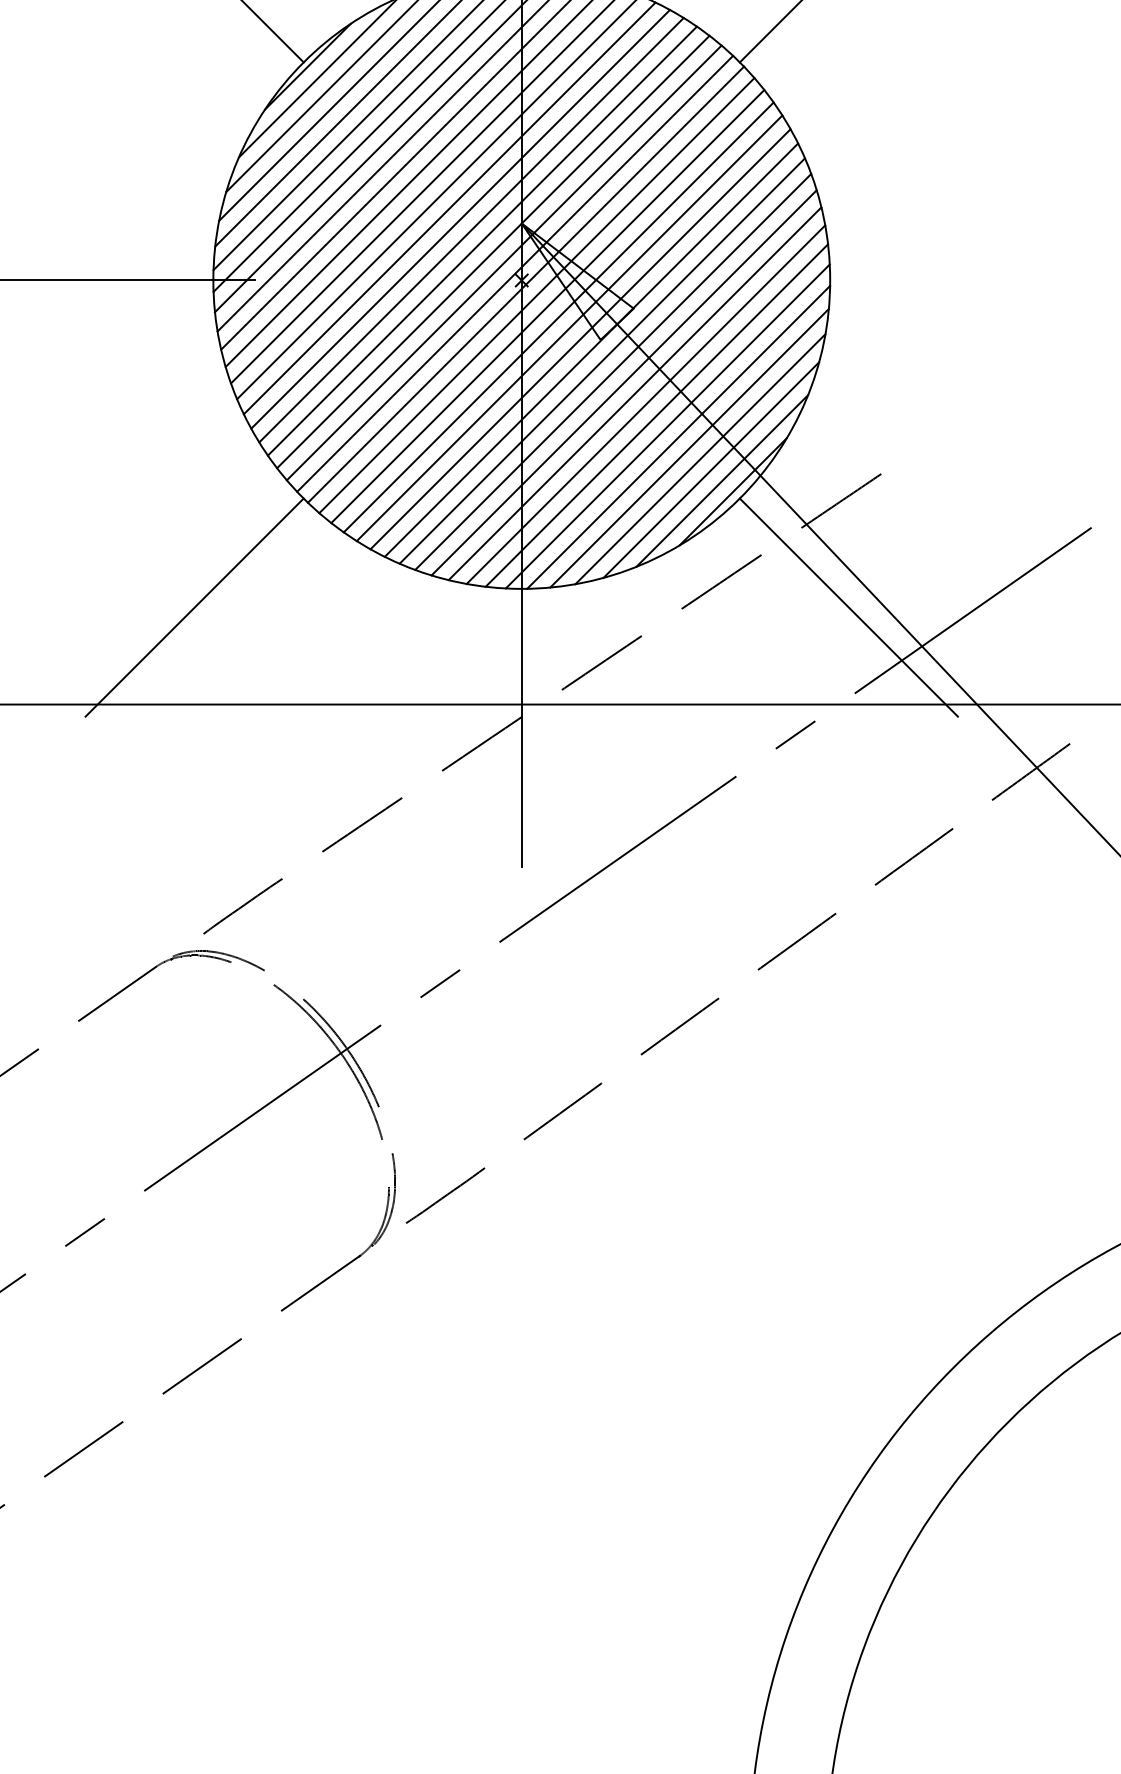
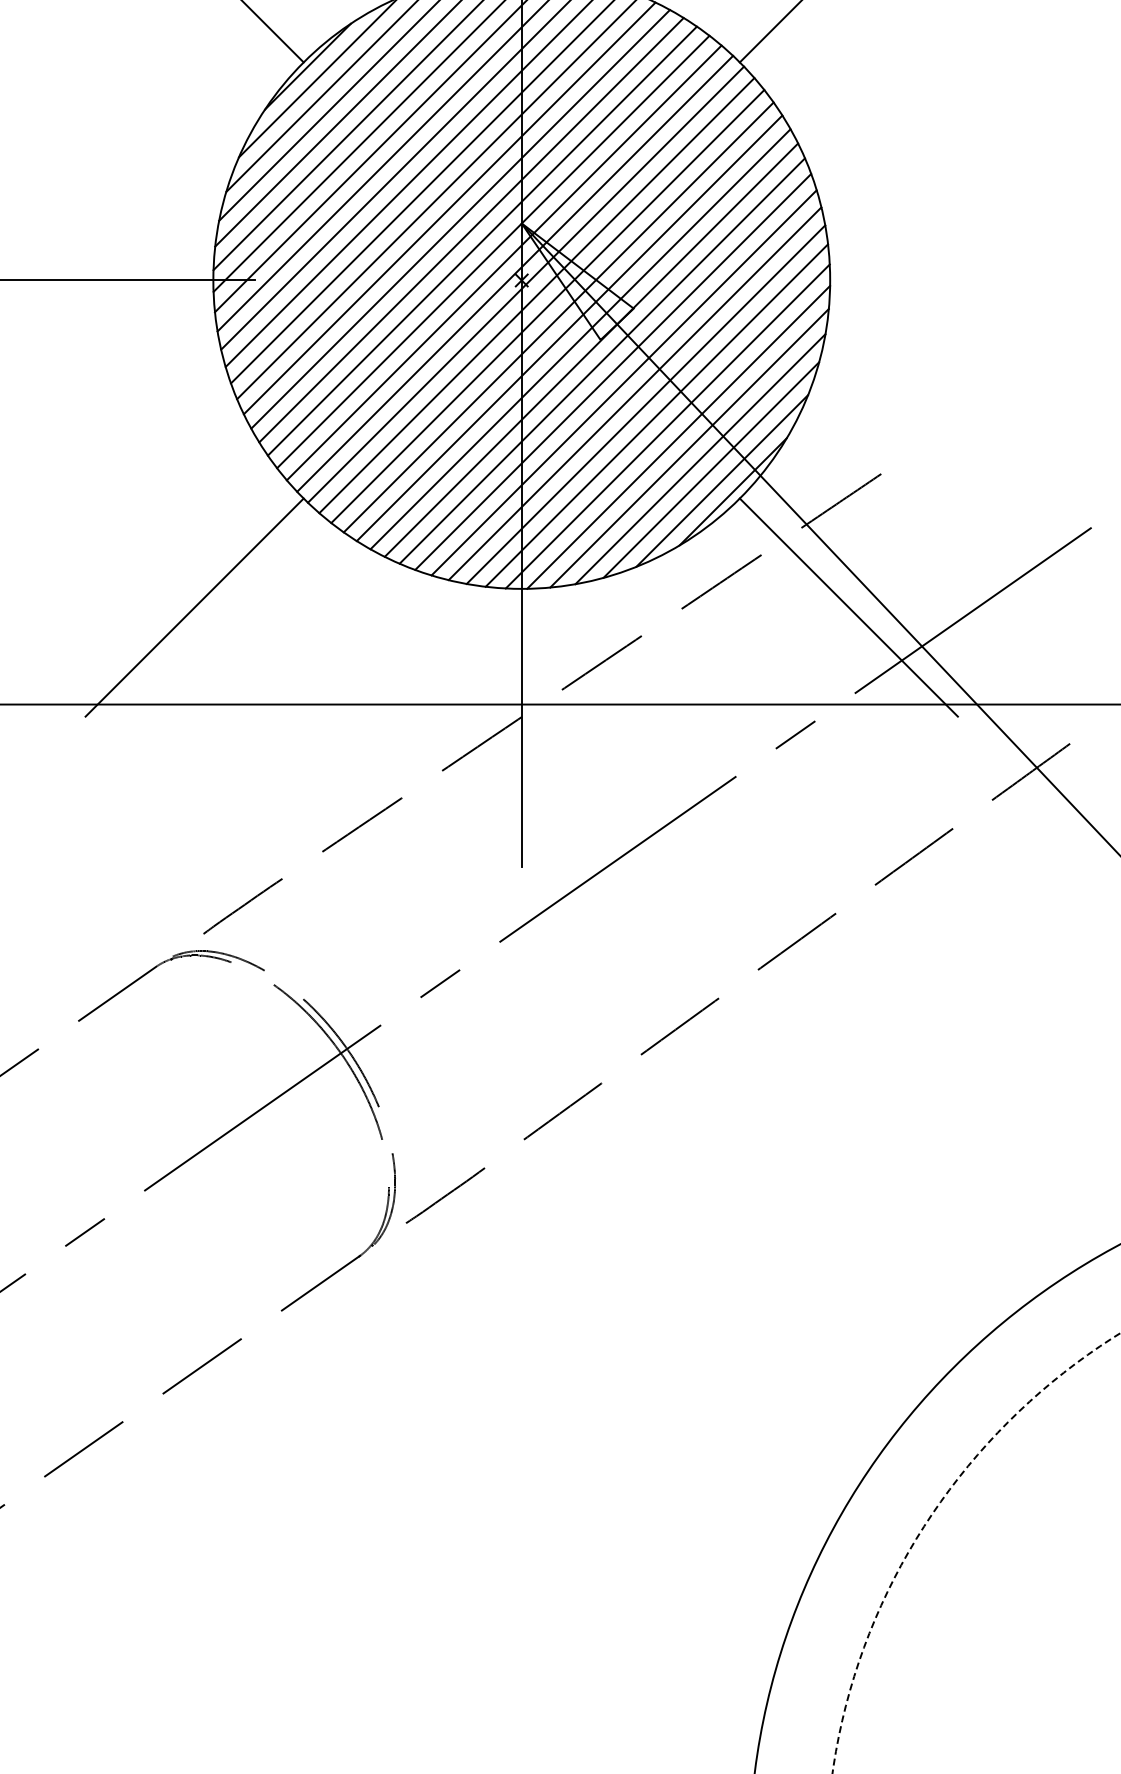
circle at (976, 1552): solid -> dashed
